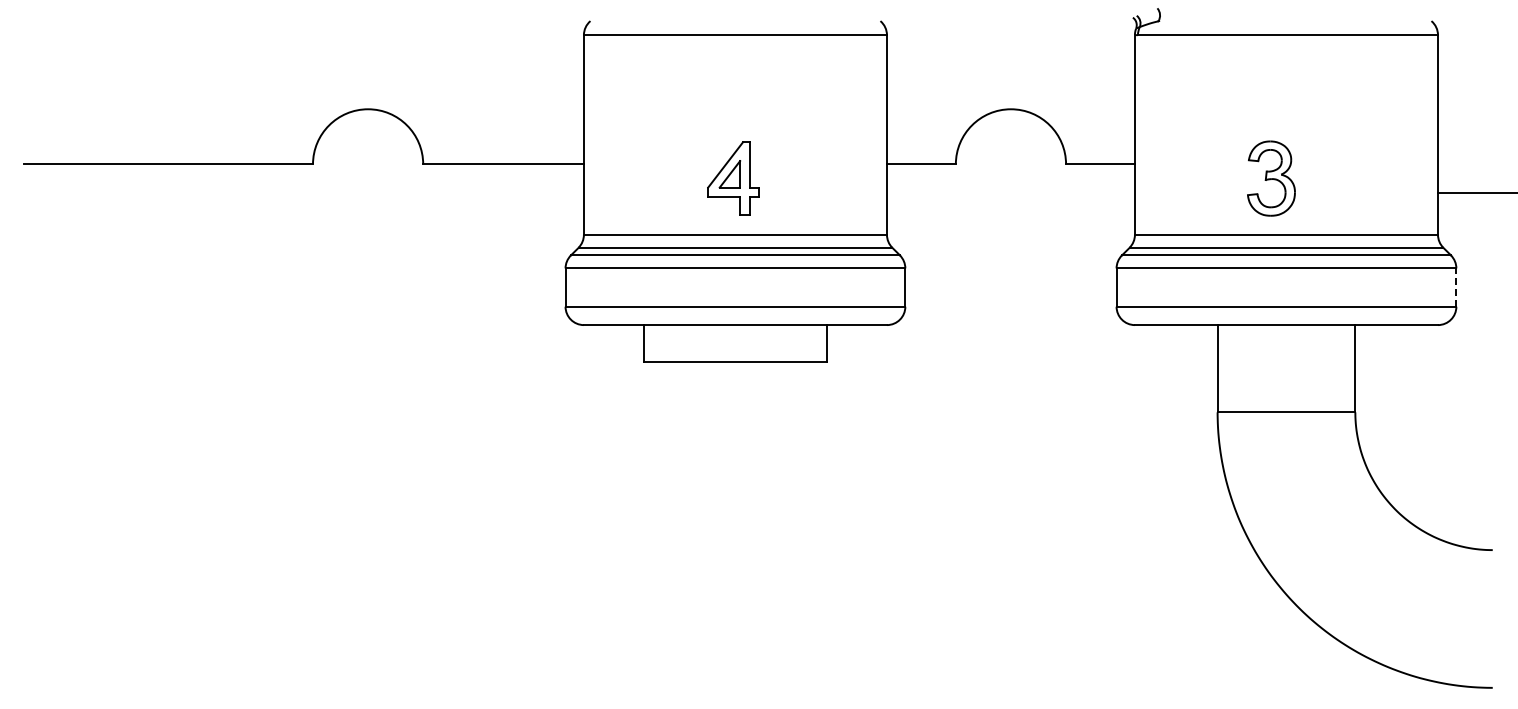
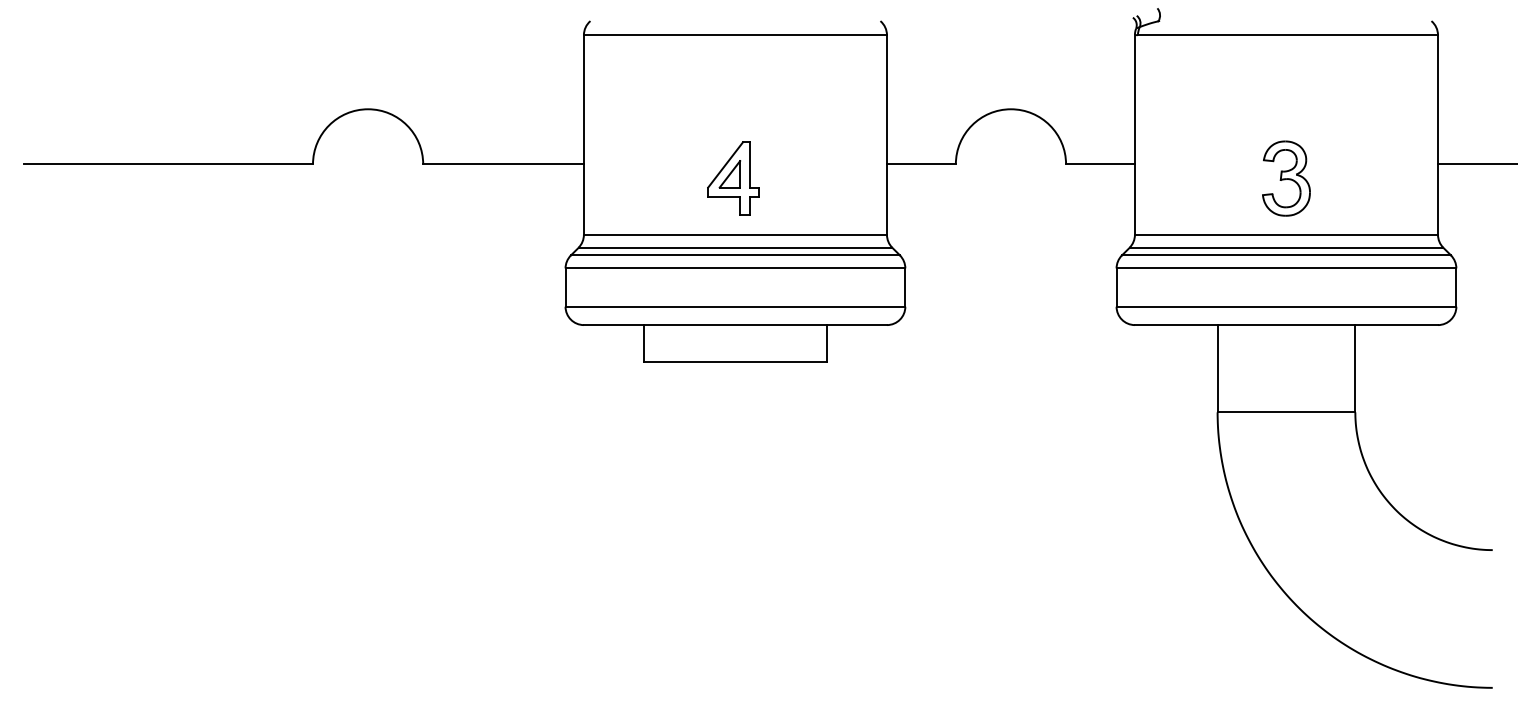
part at (1271, 178) position: (1271, 178) -> (1286, 178)
line at (1476, 193) position: (1476, 193) -> (1476, 164)
line at (1456, 287): dashed -> solid
